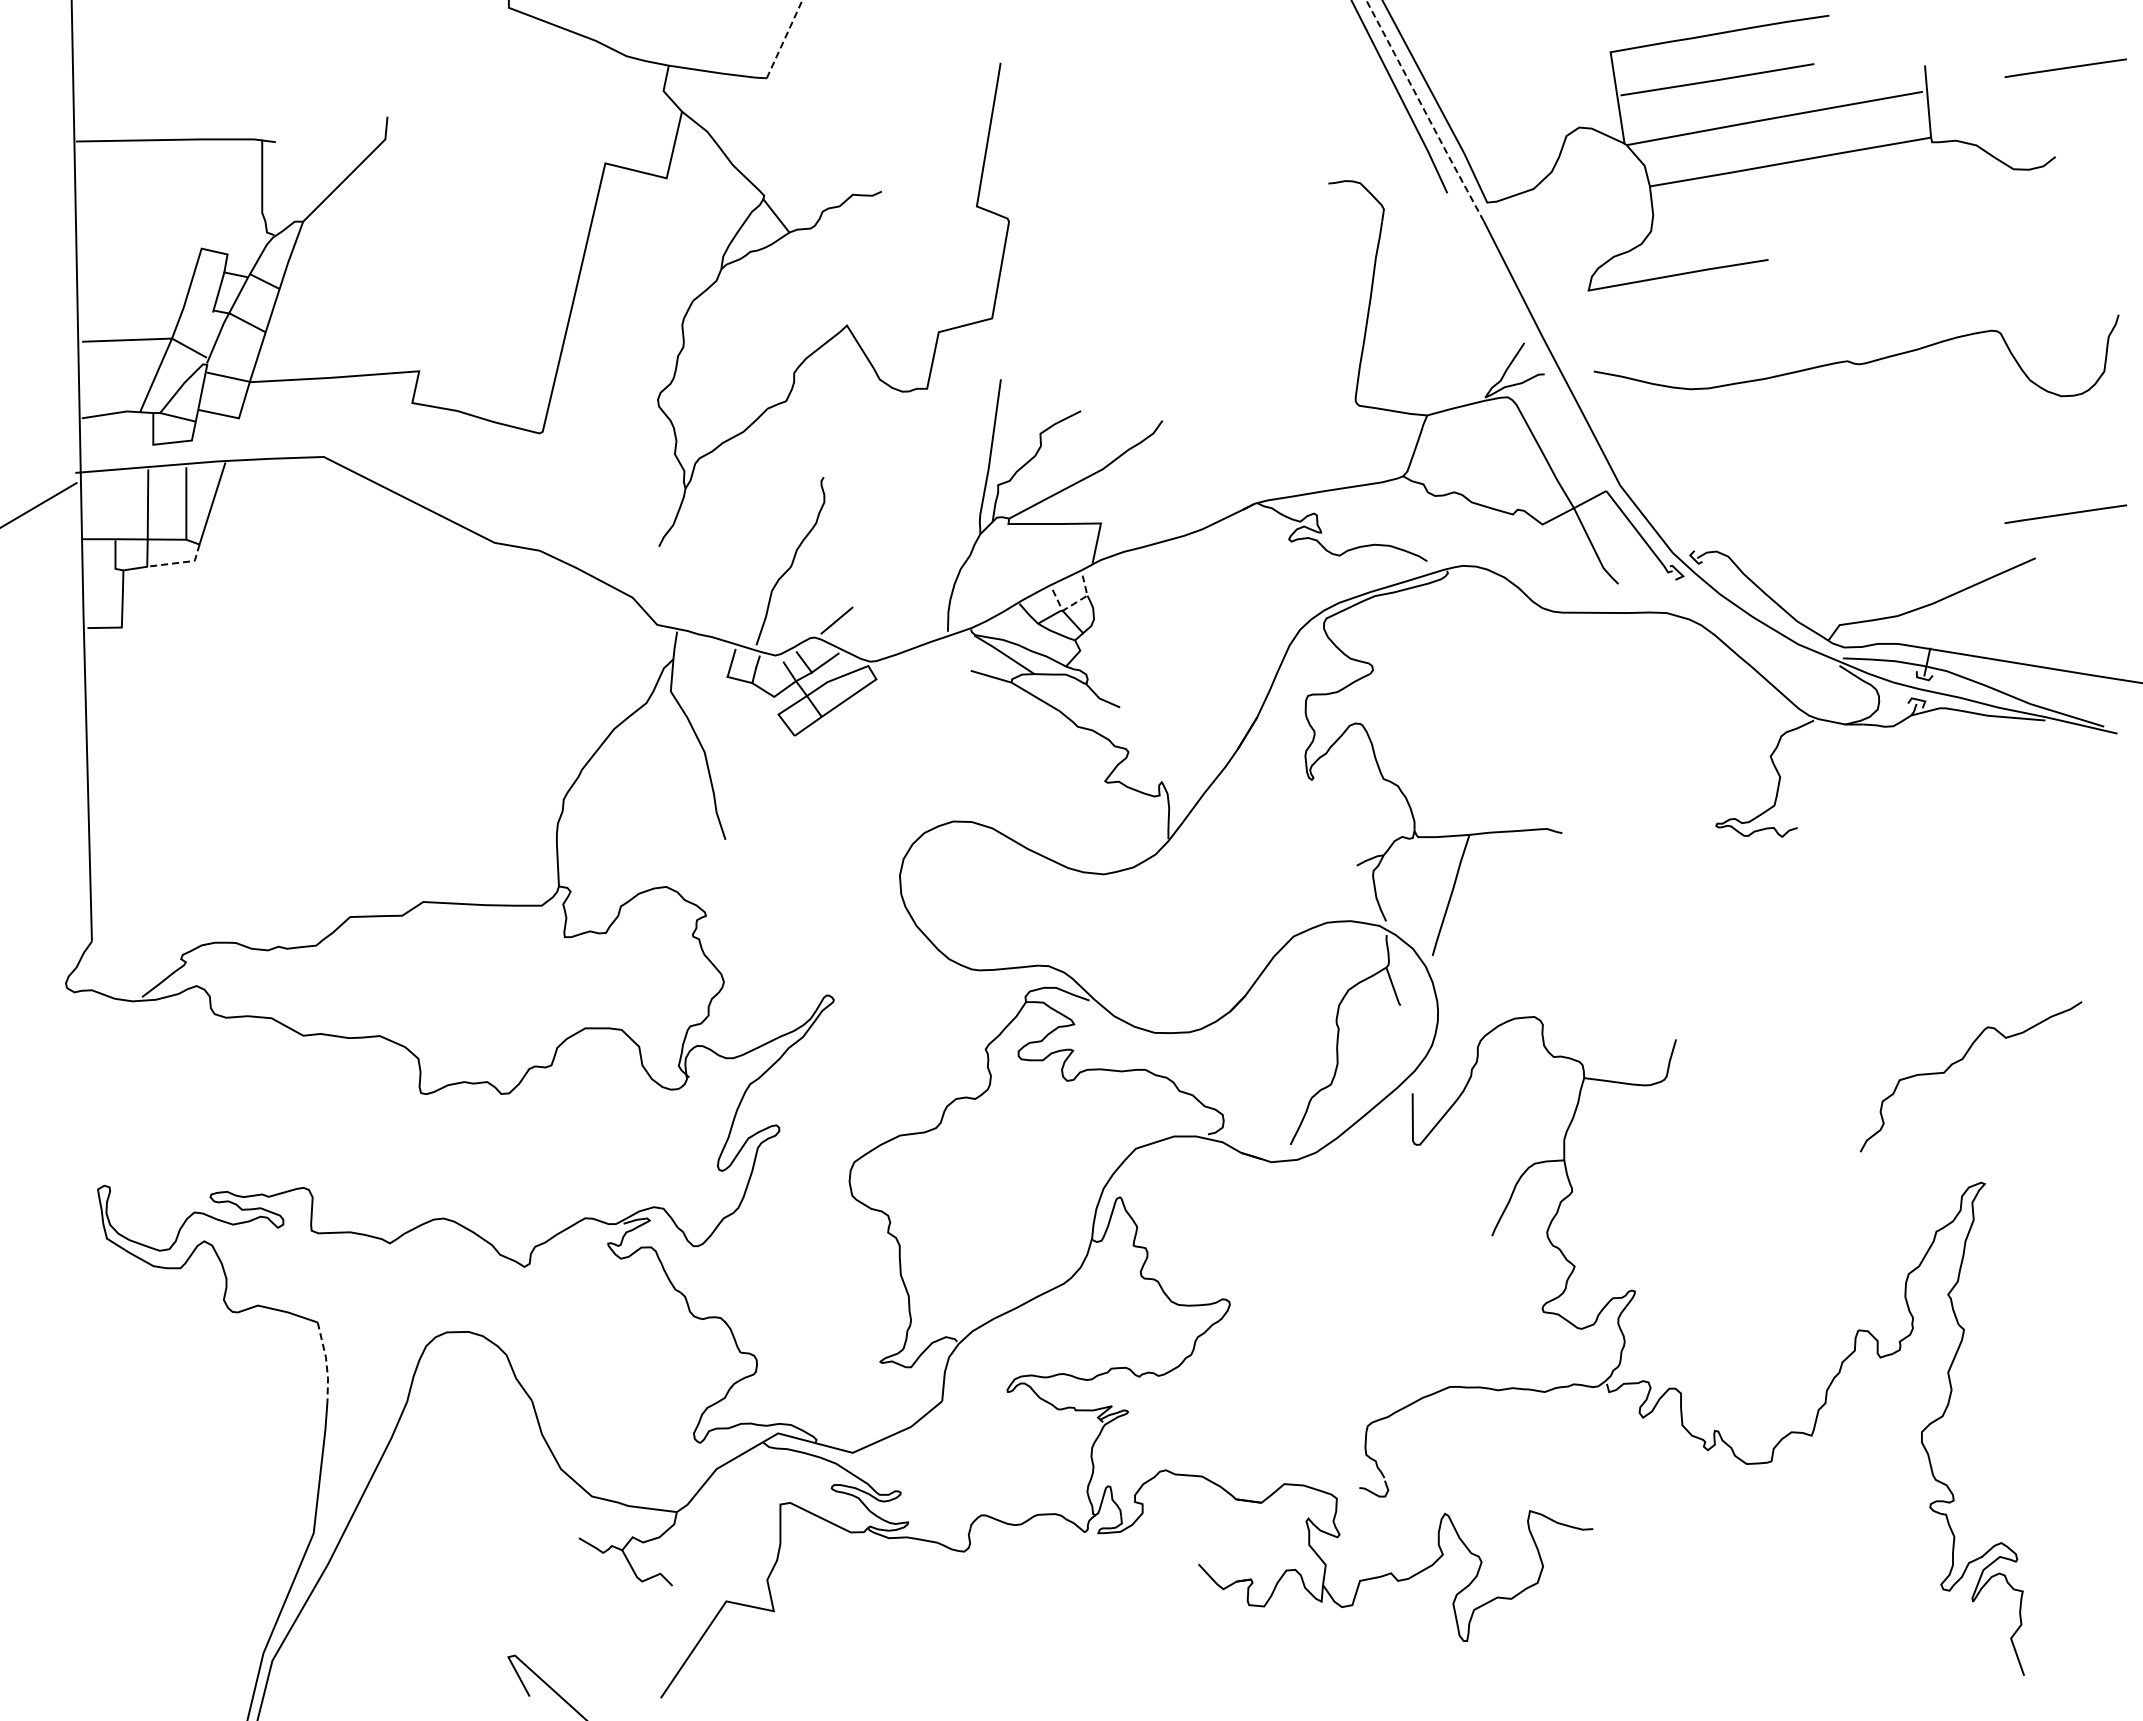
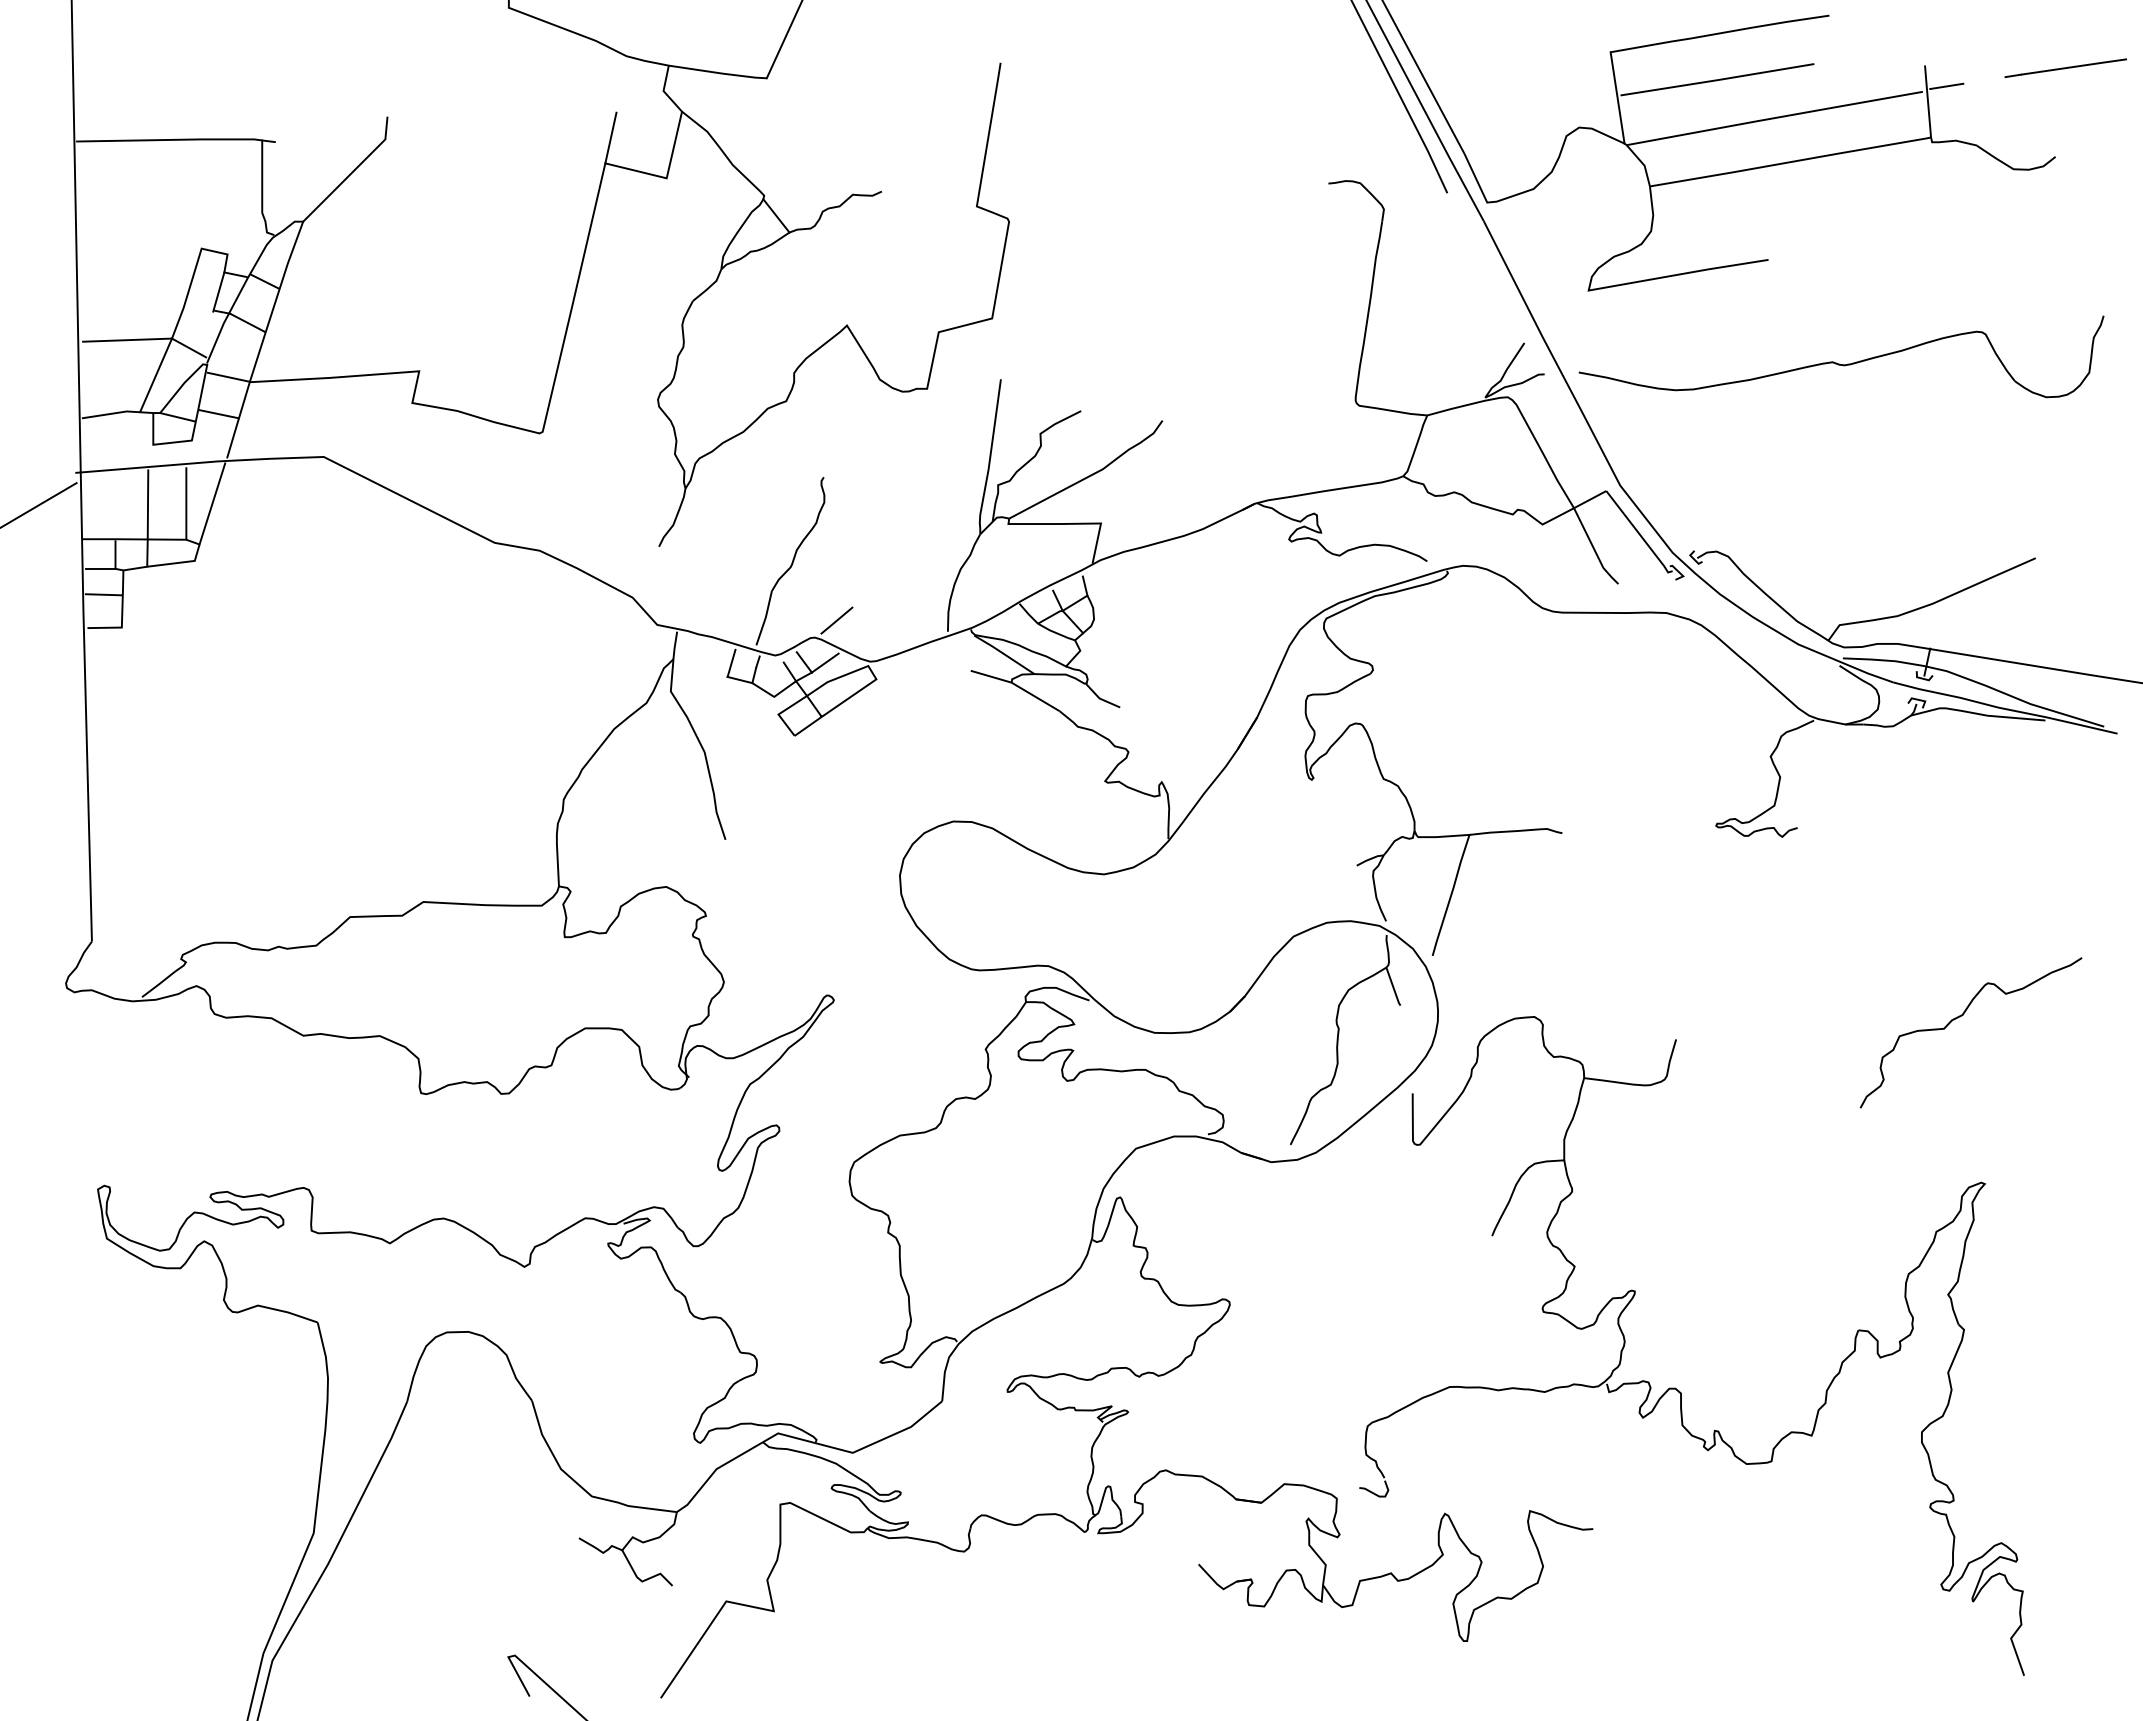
line at (784, 39): dashed -> solid
line at (1946, 86): none -> present
line at (1425, 111): dashed -> solid
line at (610, 137): none -> present
part at (1854, 362) position: (1854, 362) -> (1839, 363)
line at (232, 437): none -> present
line at (2065, 513): present -> none
line at (179, 562): dashed -> solid
line at (100, 568): none -> present
line at (103, 594): none -> present
line at (1074, 603): dashed -> solid
curve at (1962, 1060) position: (1962, 1060) -> (1962, 1016)
line at (326, 1361): dashed -> solid
